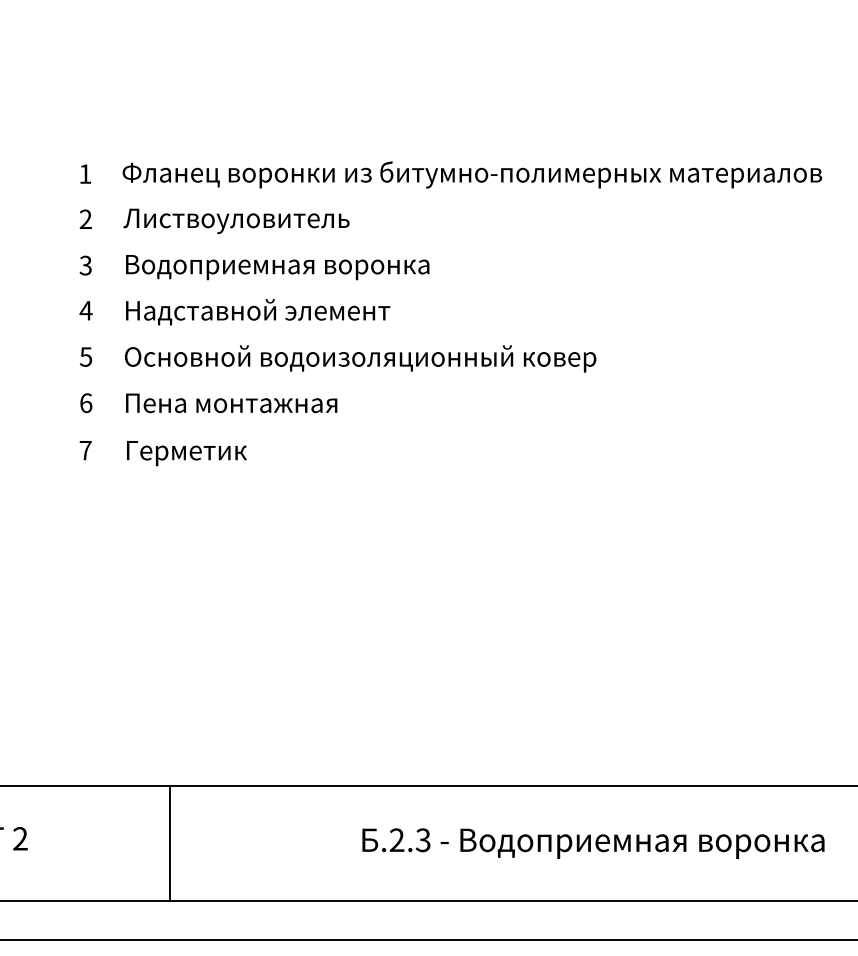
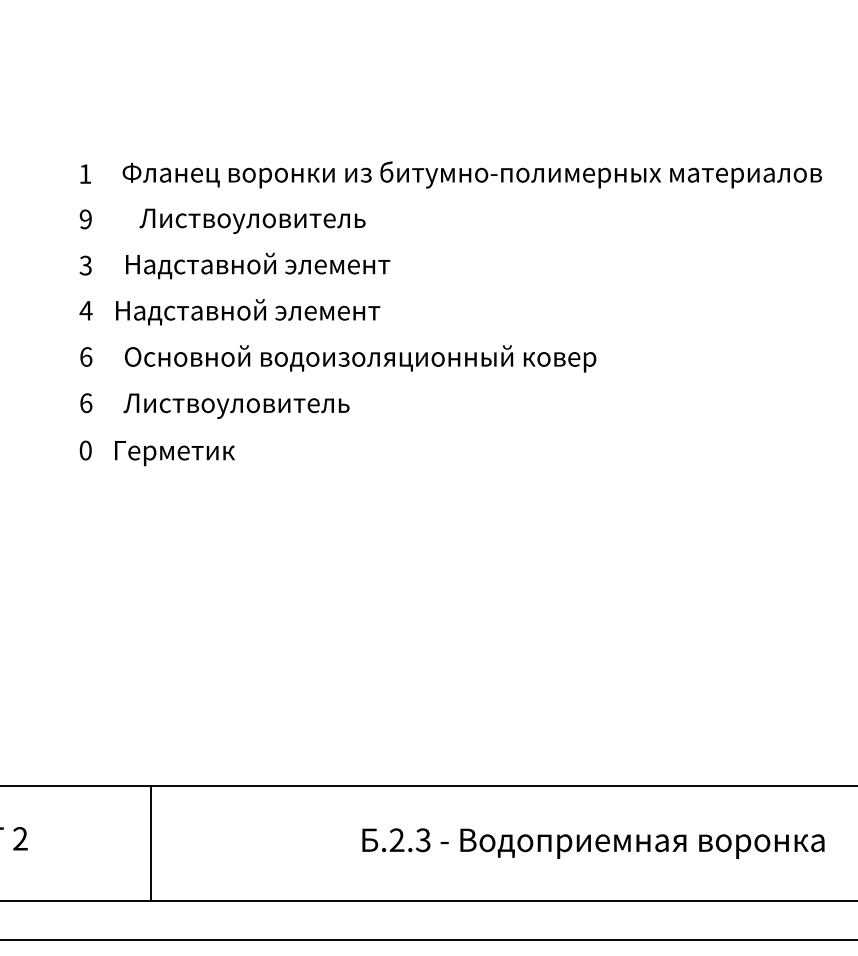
text at (85, 219): 2 -> 9
text at (236, 220) position: (236, 220) -> (252, 220)
text at (278, 266): Водоприемная воронка -> Надставной элемент
text at (258, 312) position: (258, 312) -> (248, 312)
text at (85, 356): 5 -> 6
text at (236, 405): Пена монтажная -> Листвоуловитель
text at (85, 450): 7 -> 0
text at (186, 453) position: (186, 453) -> (174, 453)
line at (169, 843) position: (169, 843) -> (150, 843)
